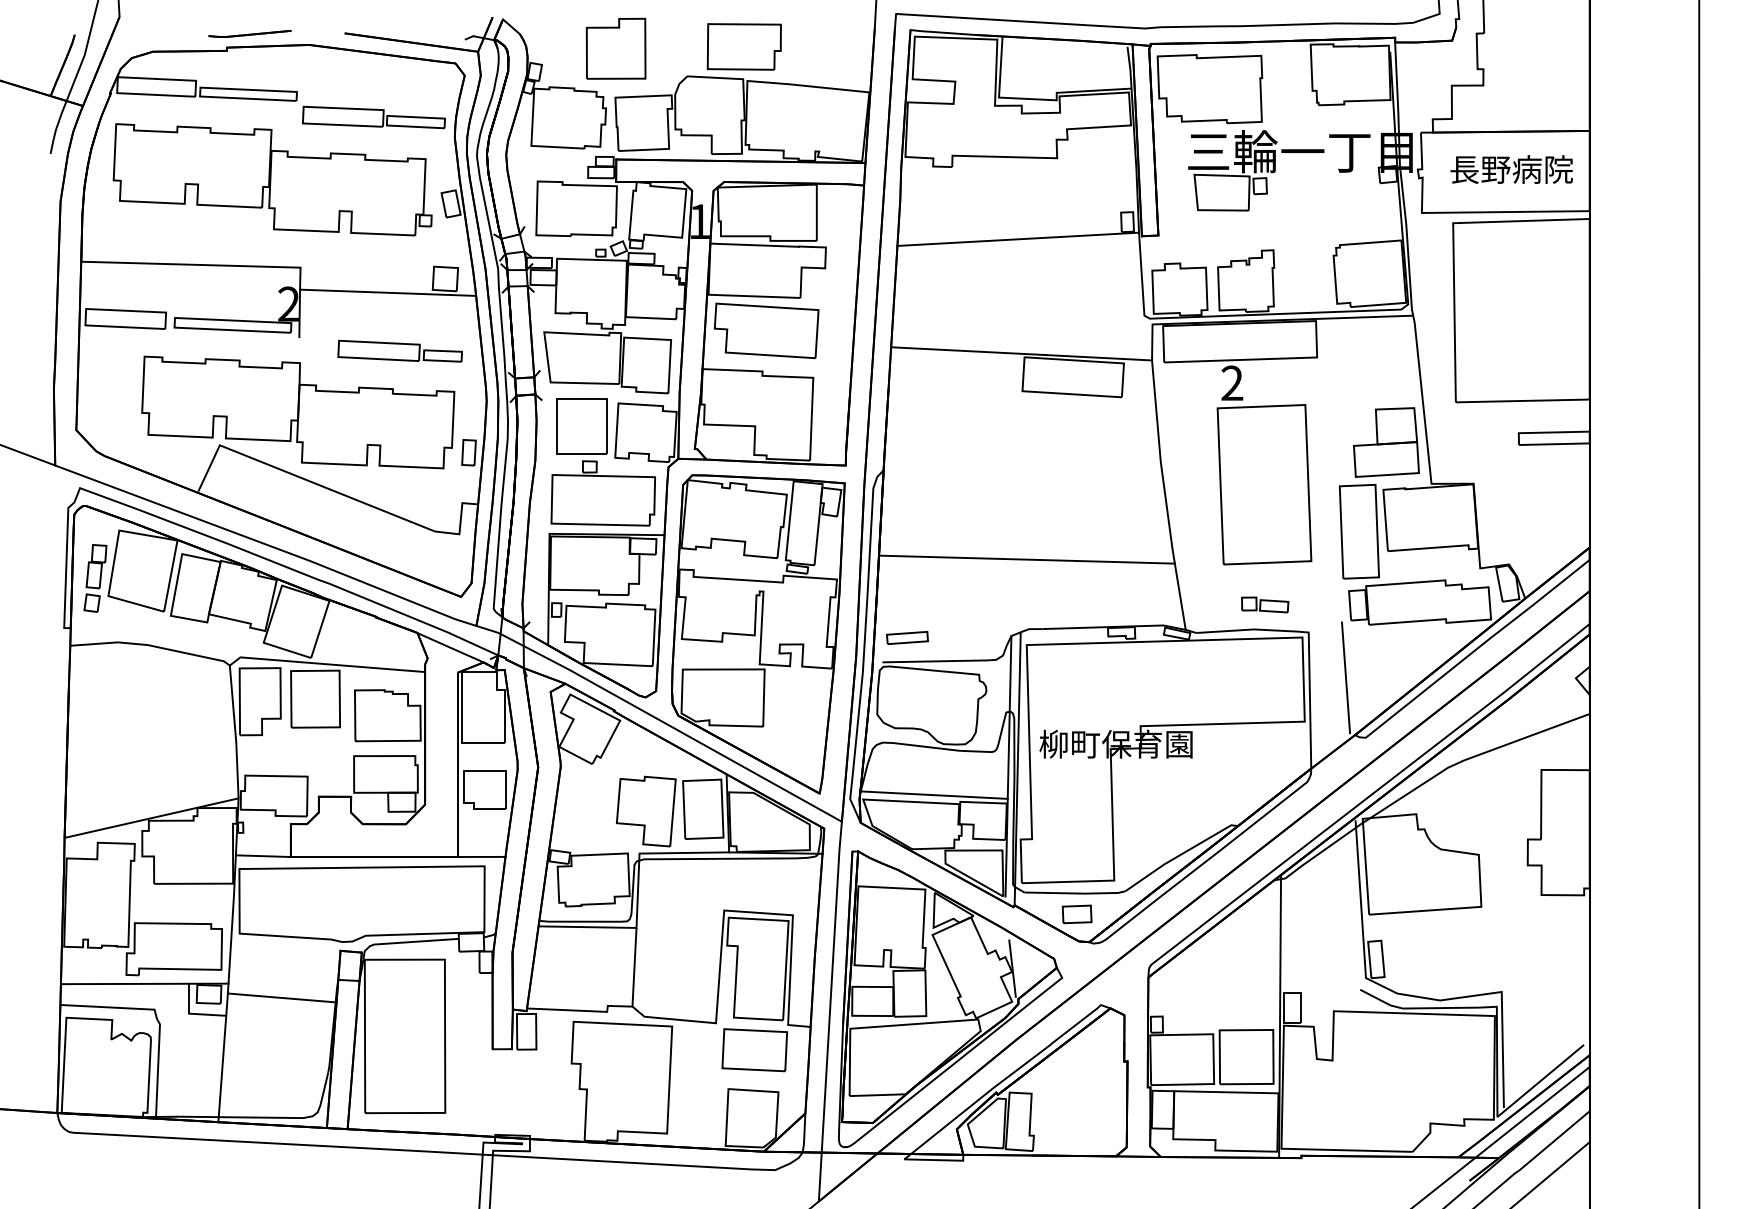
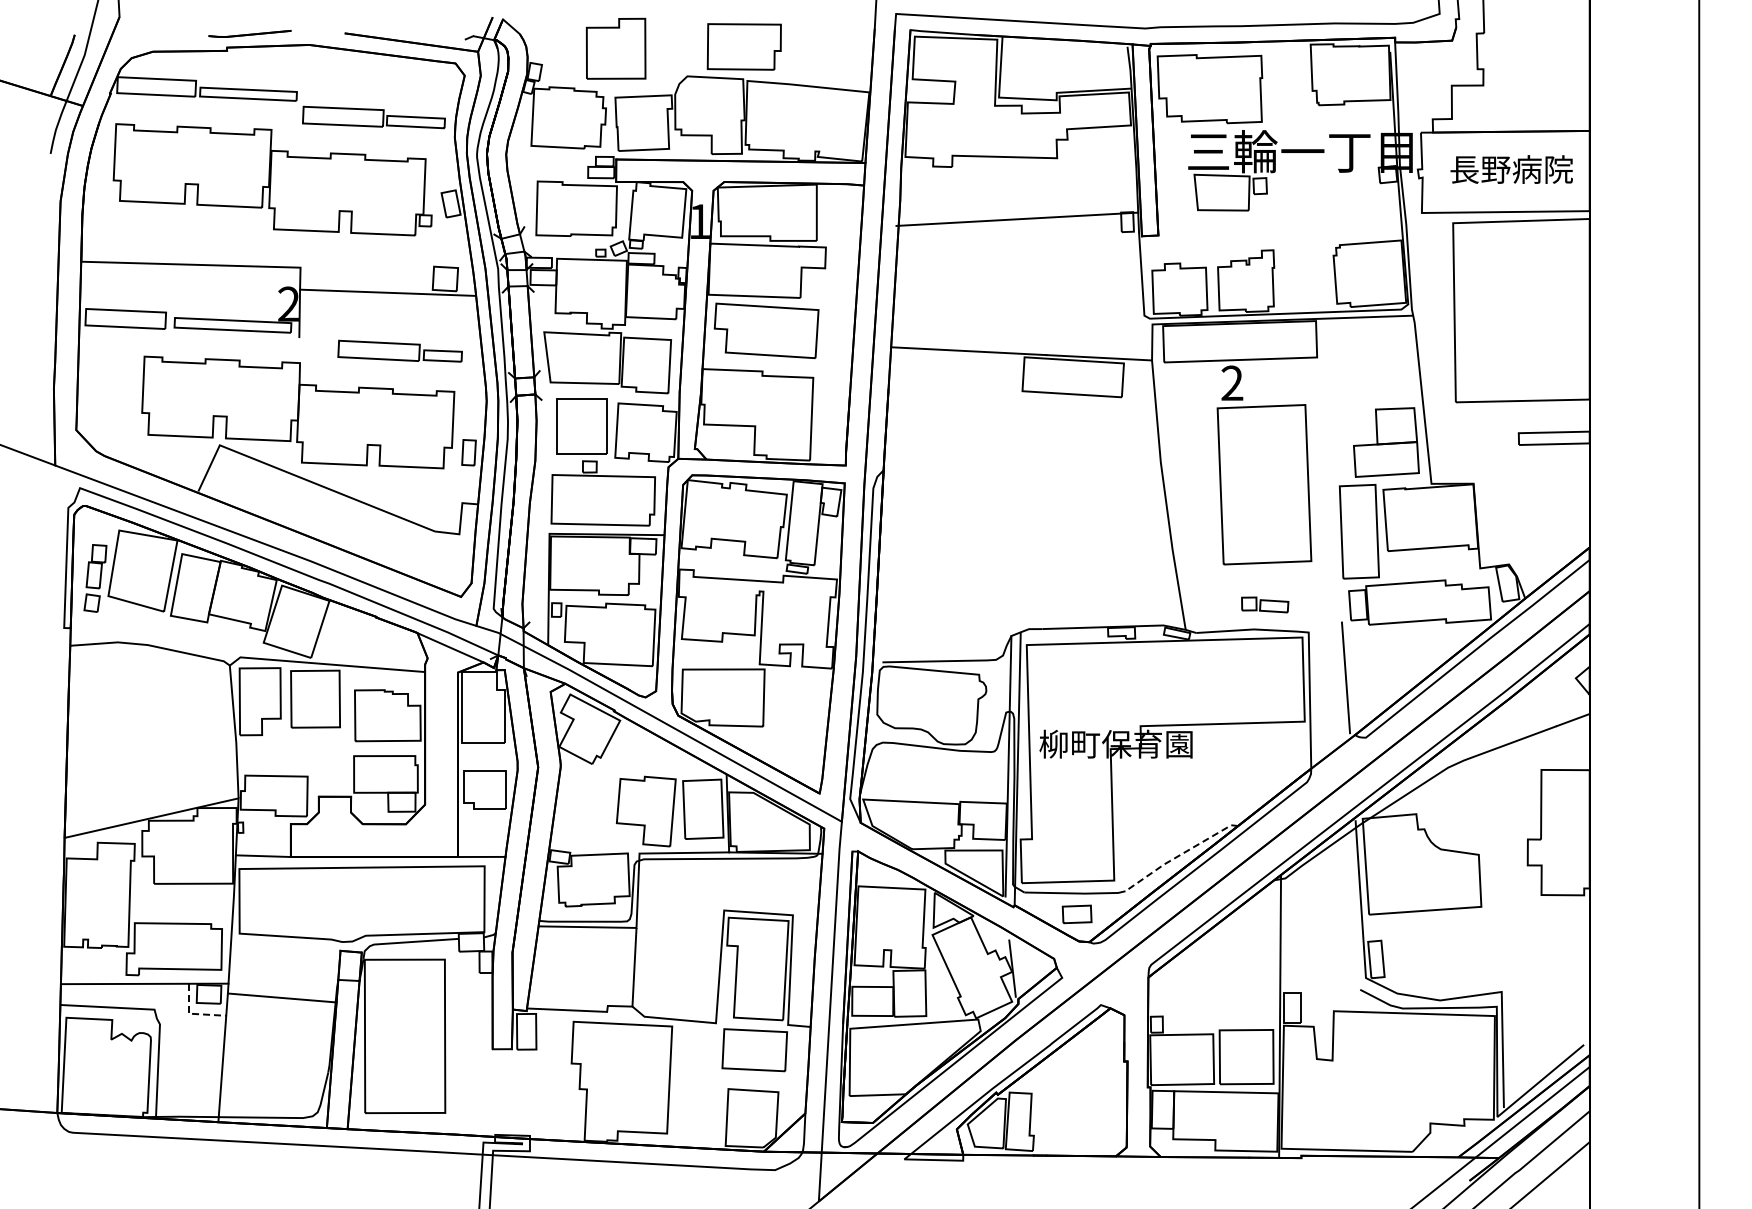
line at (1018, 238) position: (1018, 238) -> (1017, 218)
line at (1026, 559): present -> none
part at (907, 637): present -> none
line at (933, 794): present -> none
line at (1180, 854): solid -> dashed
line at (191, 1013): solid -> dashed
